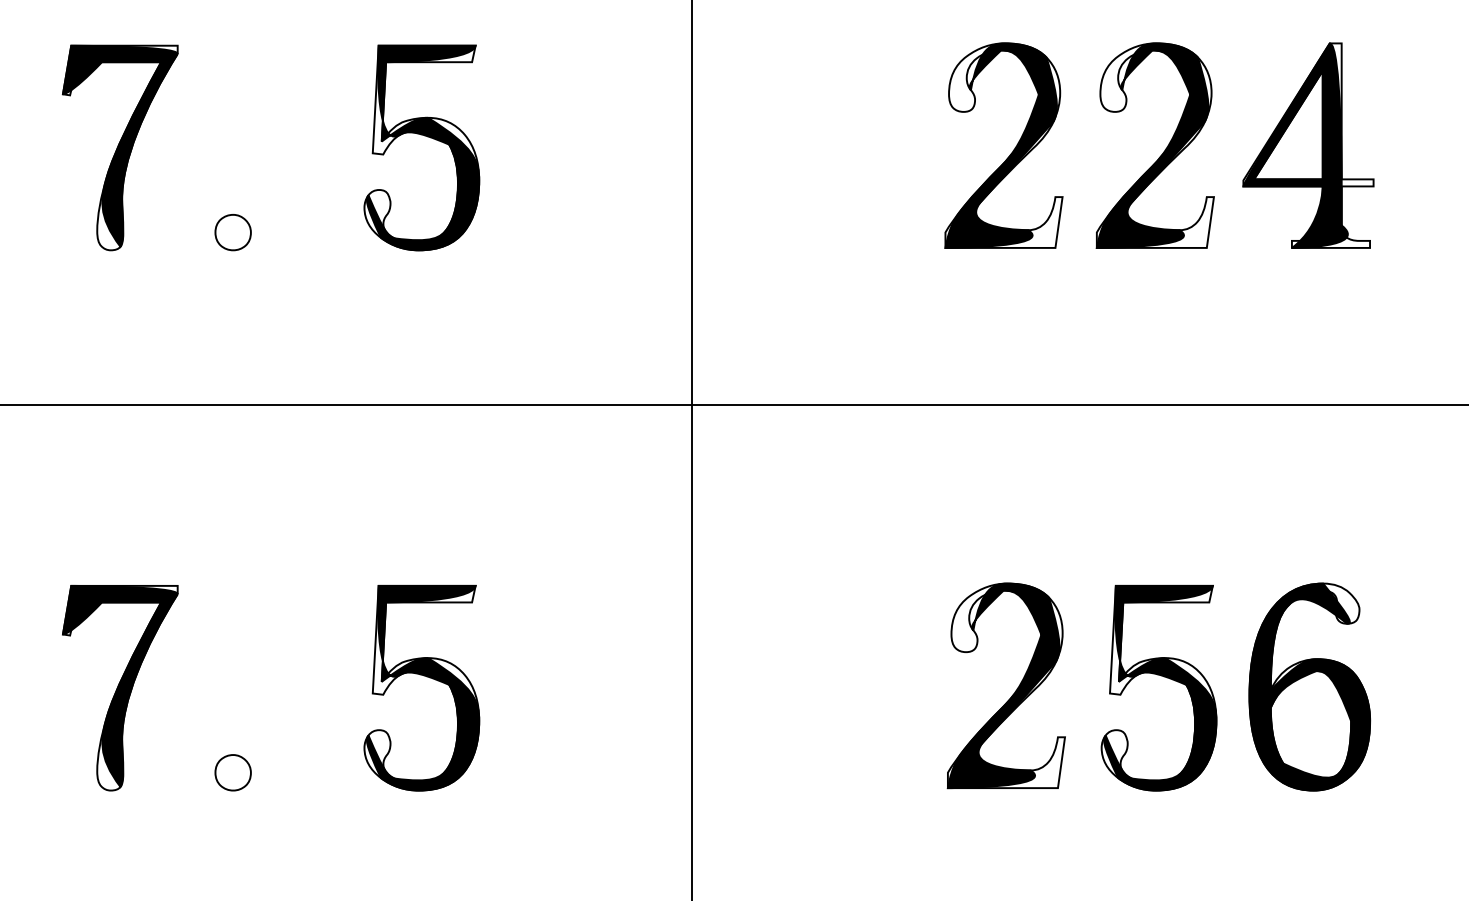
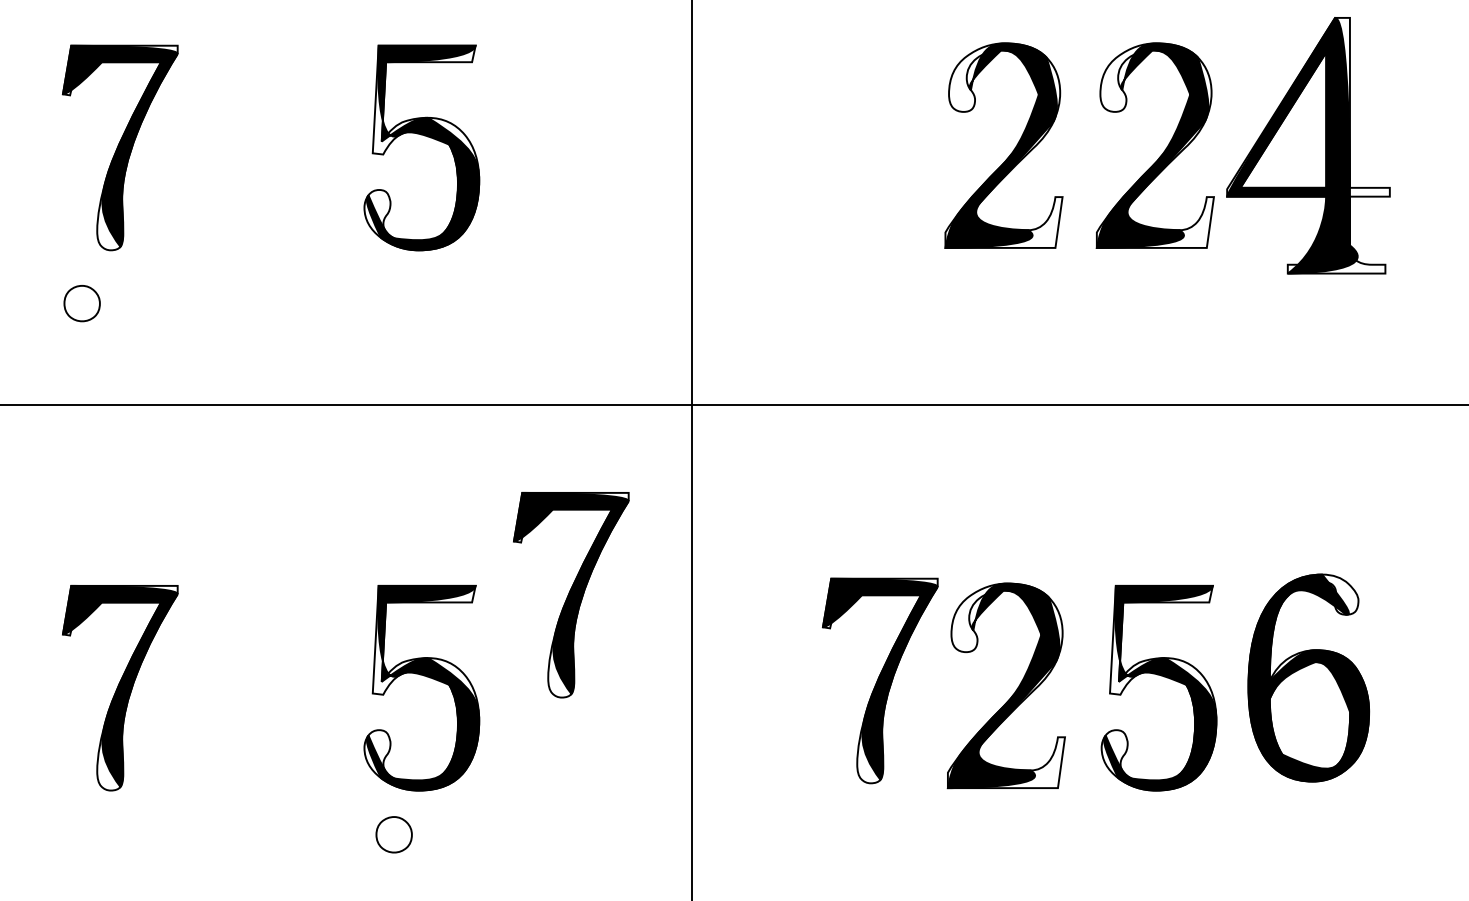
part at (1308, 145) size: 133x207 px -> 165x258 px
part at (232, 232) position: (232, 232) -> (81, 303)
part at (571, 595): none -> present
part at (880, 680): none -> present
part at (1309, 686) position: (1309, 686) -> (1308, 677)
part at (232, 772) position: (232, 772) -> (393, 834)
